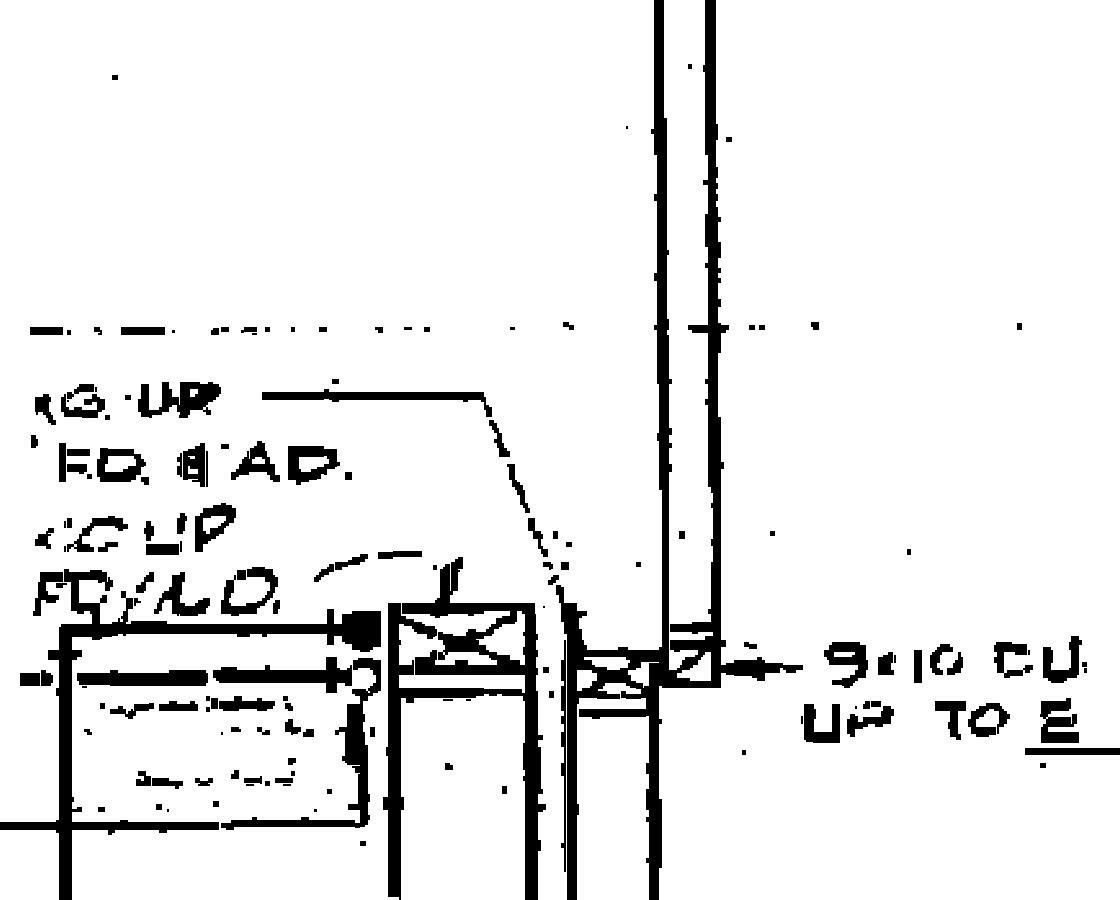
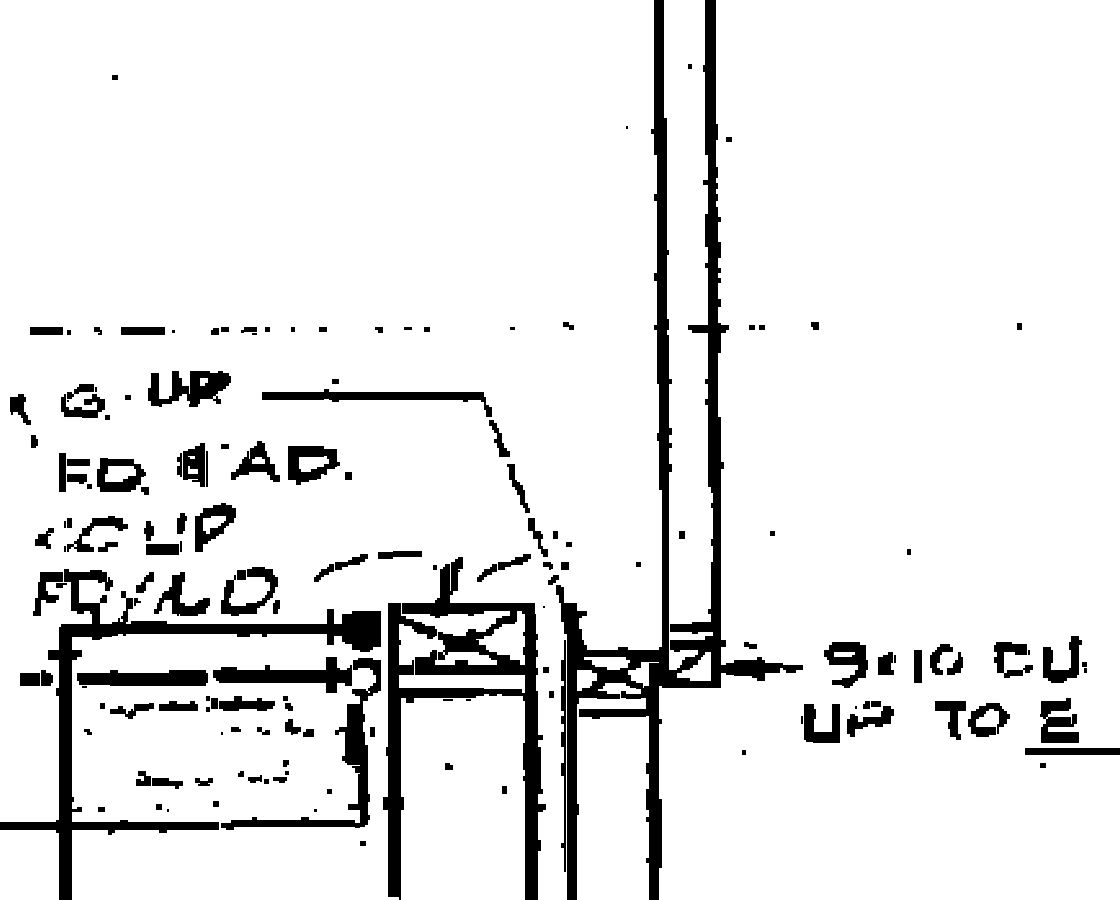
part at (179, 399) position: (179, 399) -> (189, 388)
part at (45, 409) position: (45, 409) -> (20, 409)
part at (103, 463) position: (103, 463) -> (103, 473)
part at (503, 567): none -> present
part at (263, 771) size: 65x28 px -> 51x24 px
